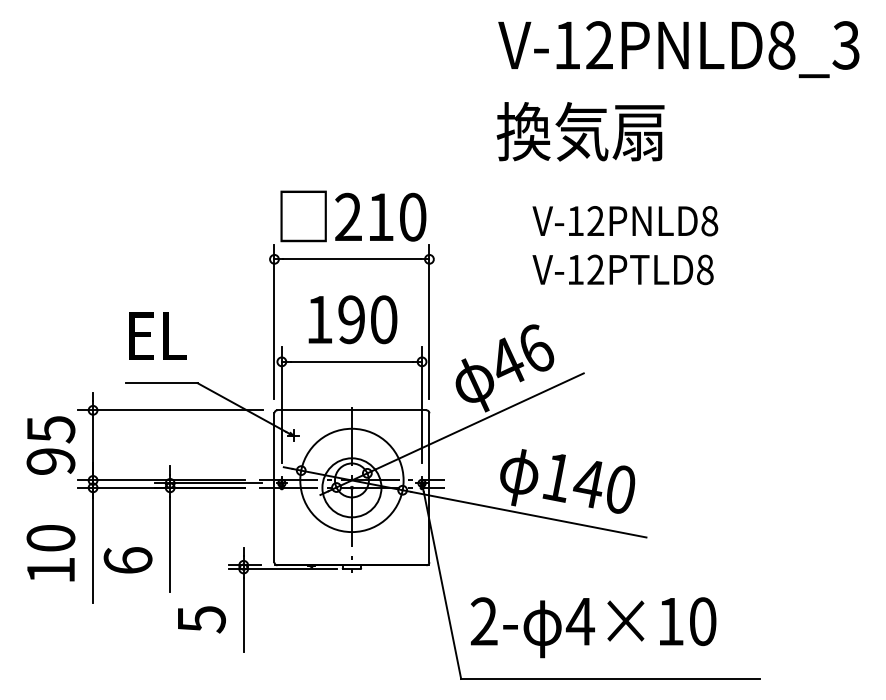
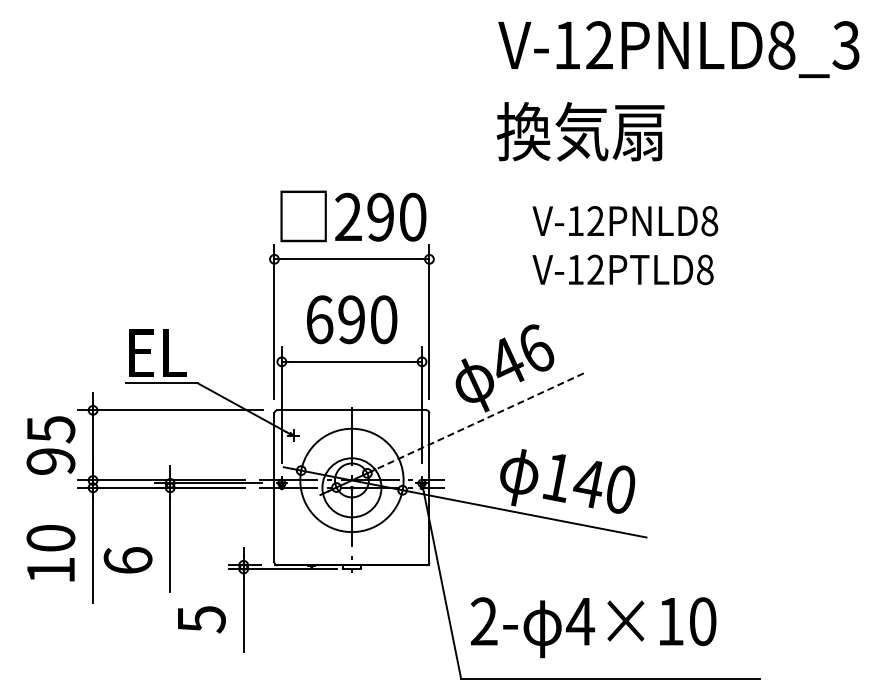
text at (380, 216): 210 -> 290
text at (320, 319): 190 -> 690
text at (157, 335) position: (157, 335) -> (157, 352)
line at (479, 421): solid -> dashed
